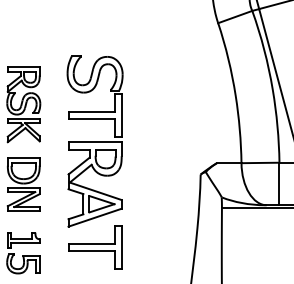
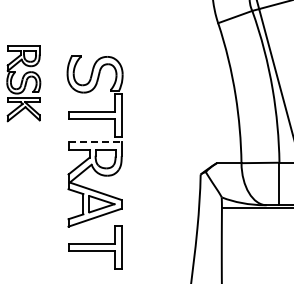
part at (23, 104) position: (23, 104) -> (23, 83)
line at (95, 142): solid -> dashed
part at (23, 184): present -> none
part at (23, 253): present -> none
